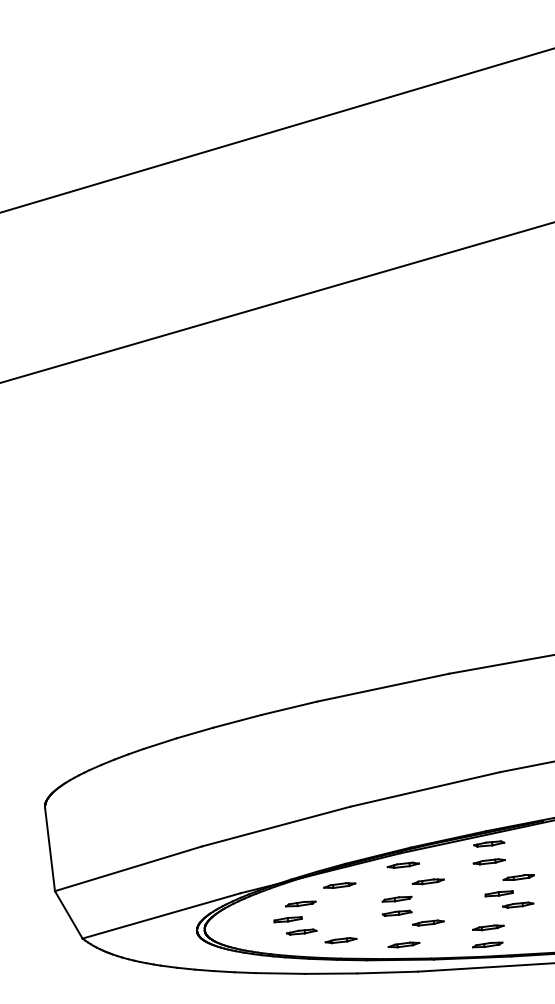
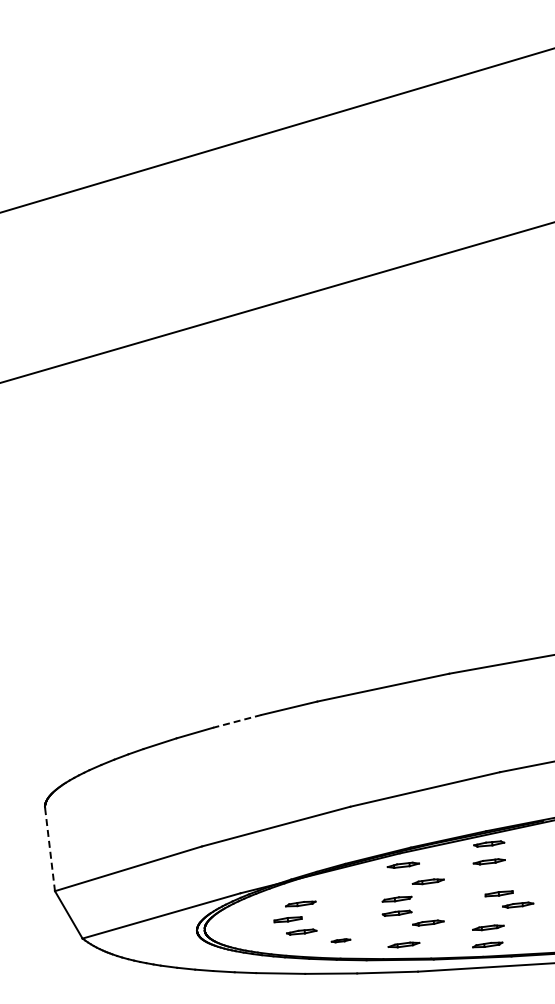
line at (236, 721): solid -> dashed
line at (50, 849): solid -> dashed
part at (518, 877): present -> none
part at (339, 885): present -> none
part at (340, 940) size: 34x8 px -> 22x6 px
